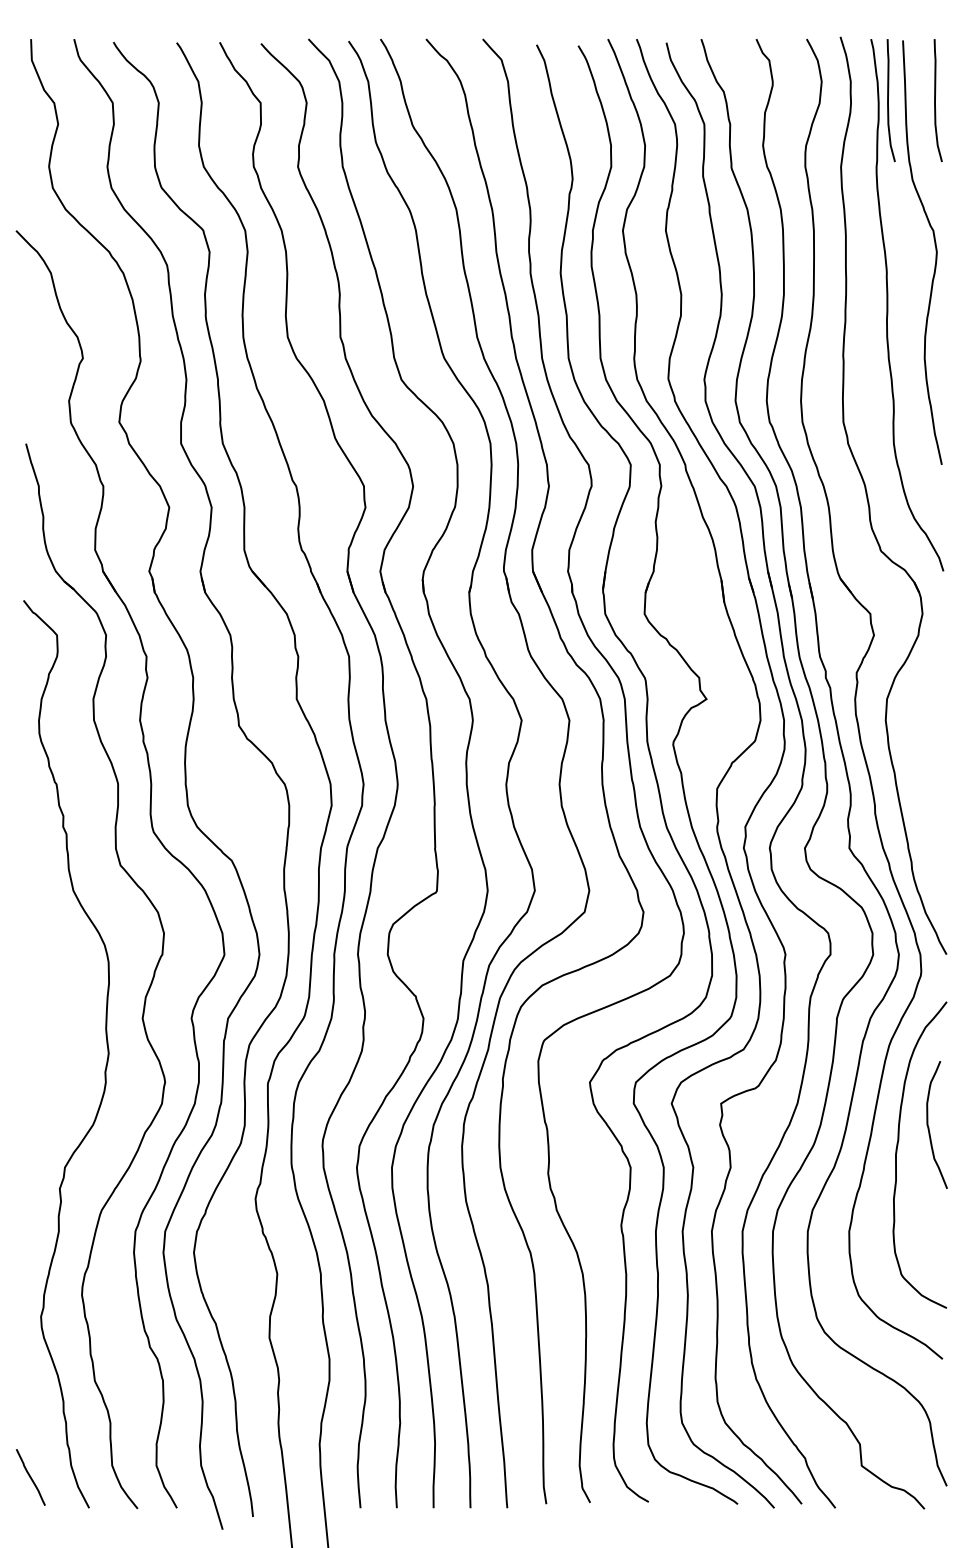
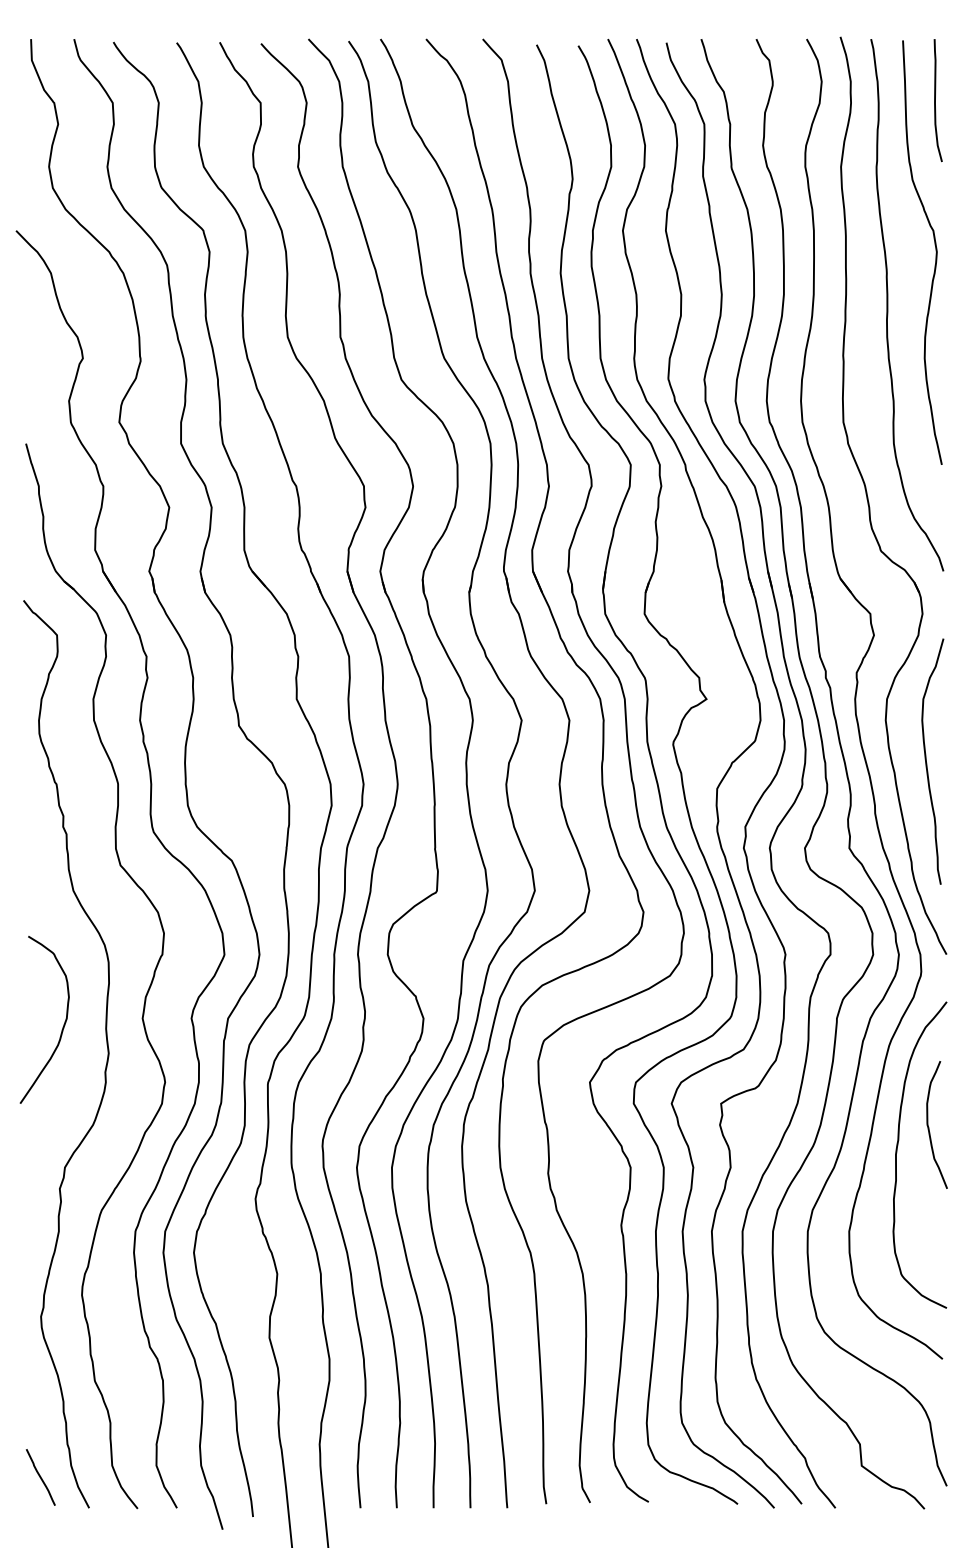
curve at (888, 100): present -> none
curve at (927, 763): none -> present
curve at (63, 1024): none -> present
line at (30, 1477) position: (30, 1477) -> (40, 1477)
